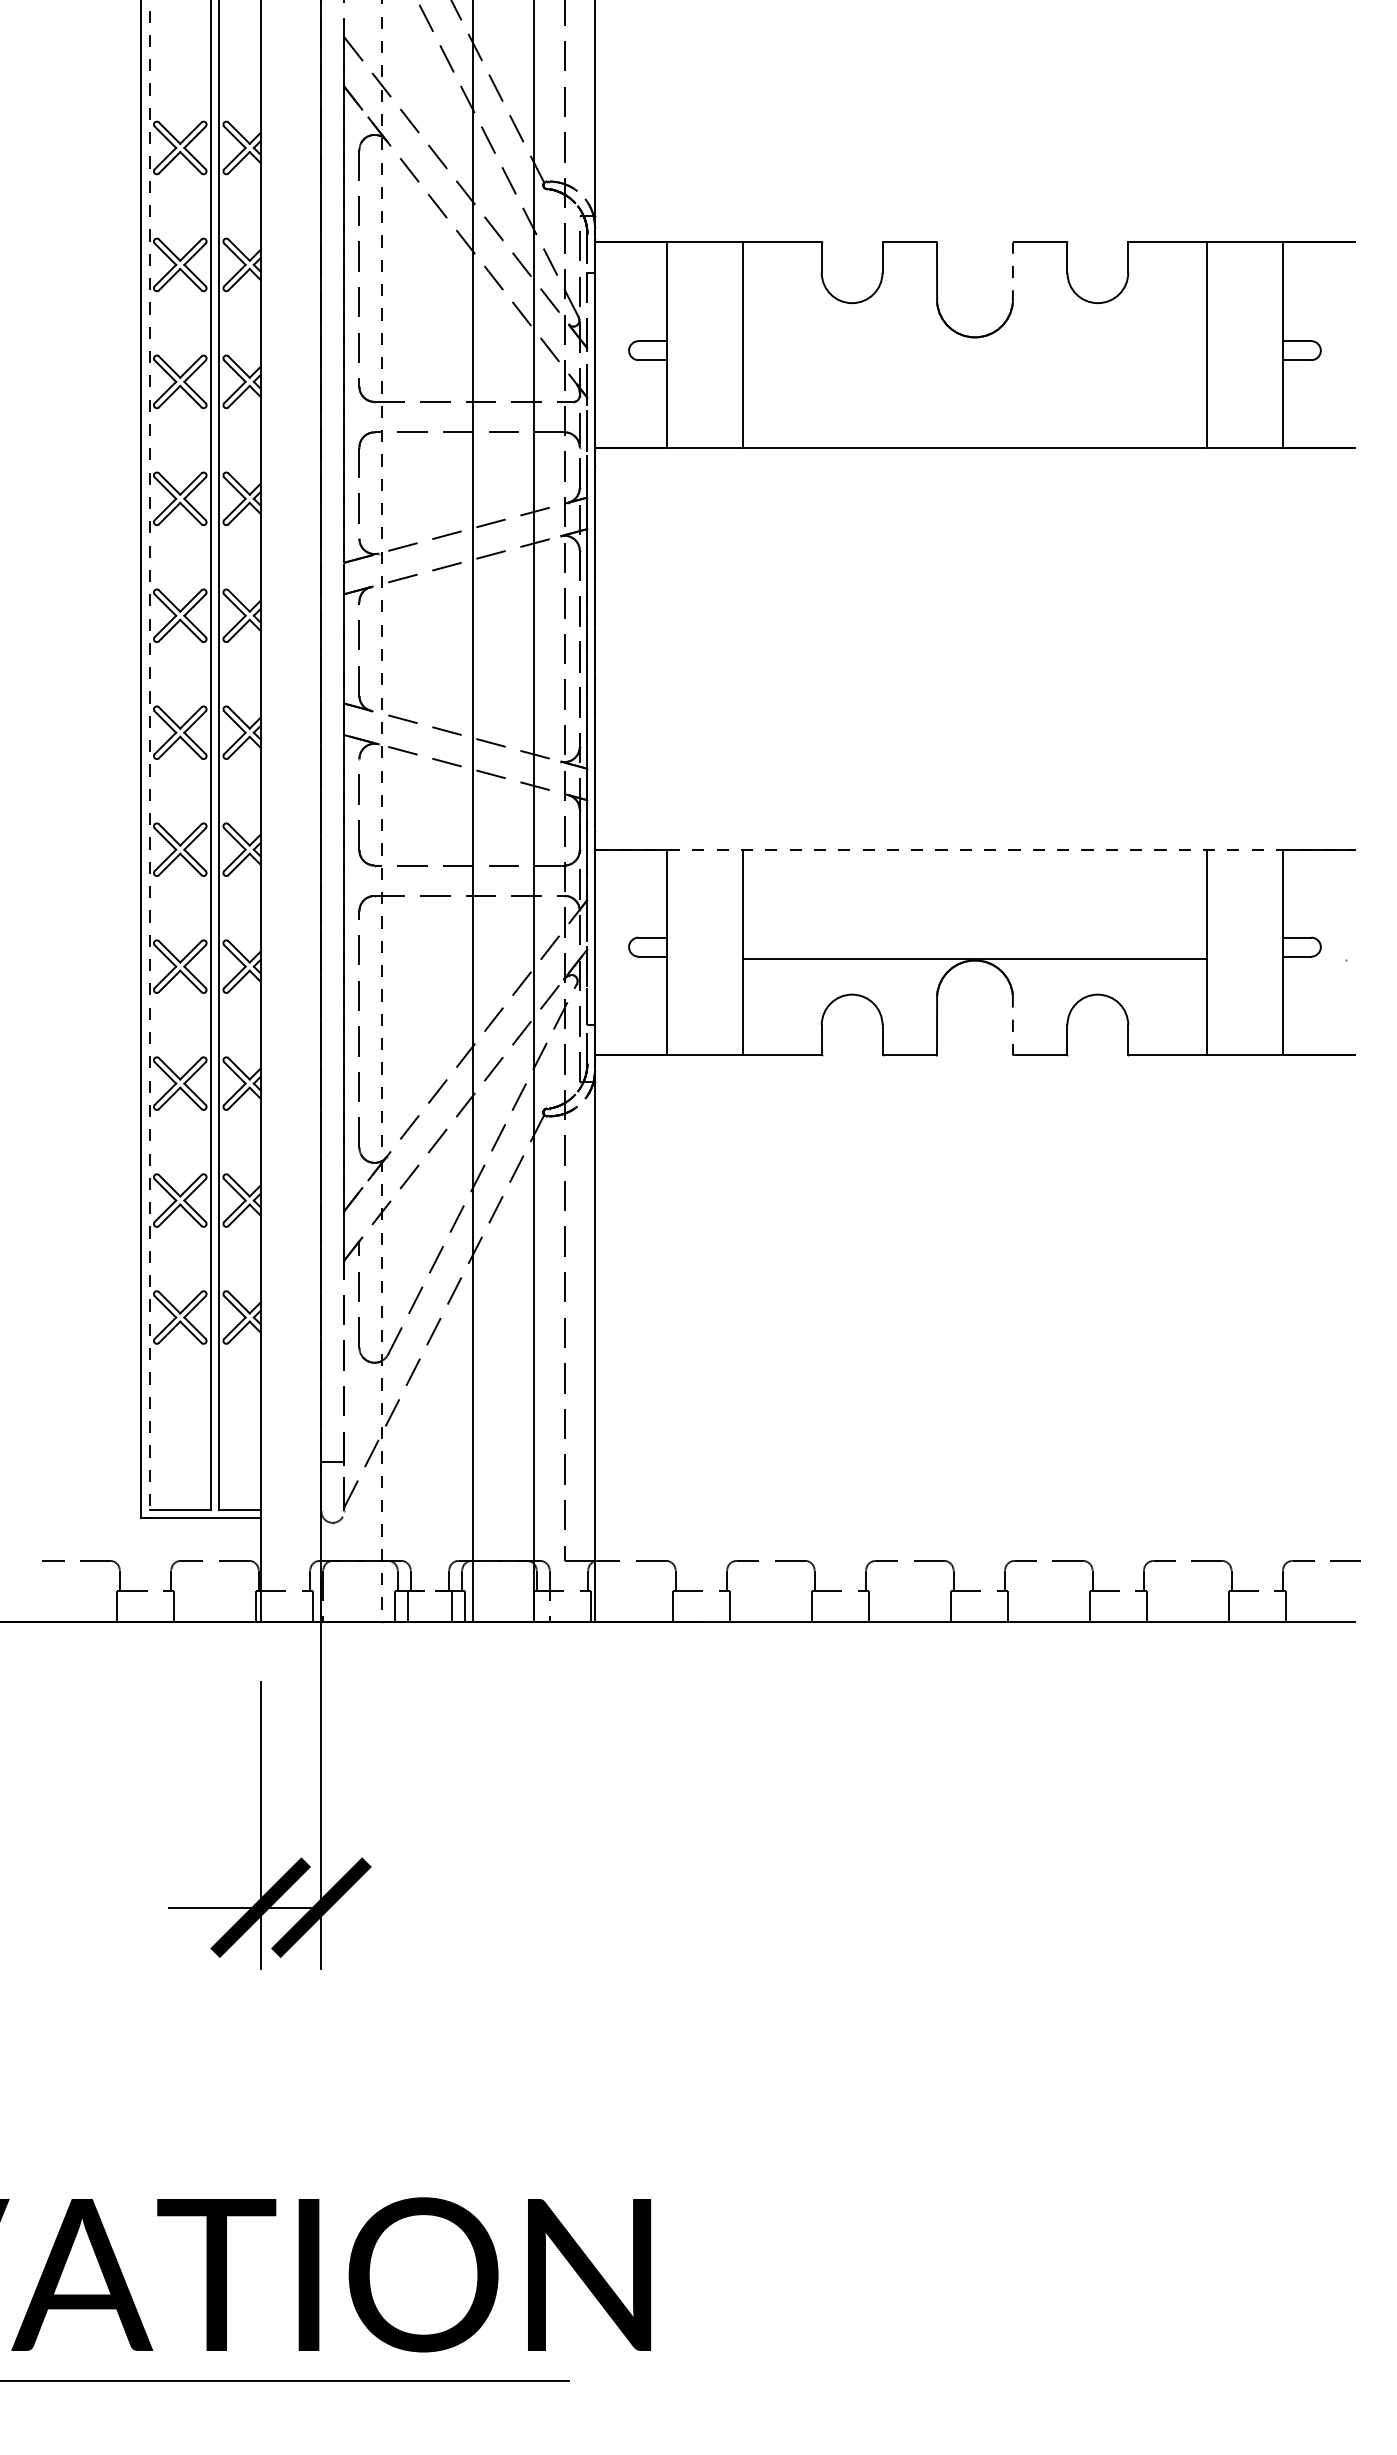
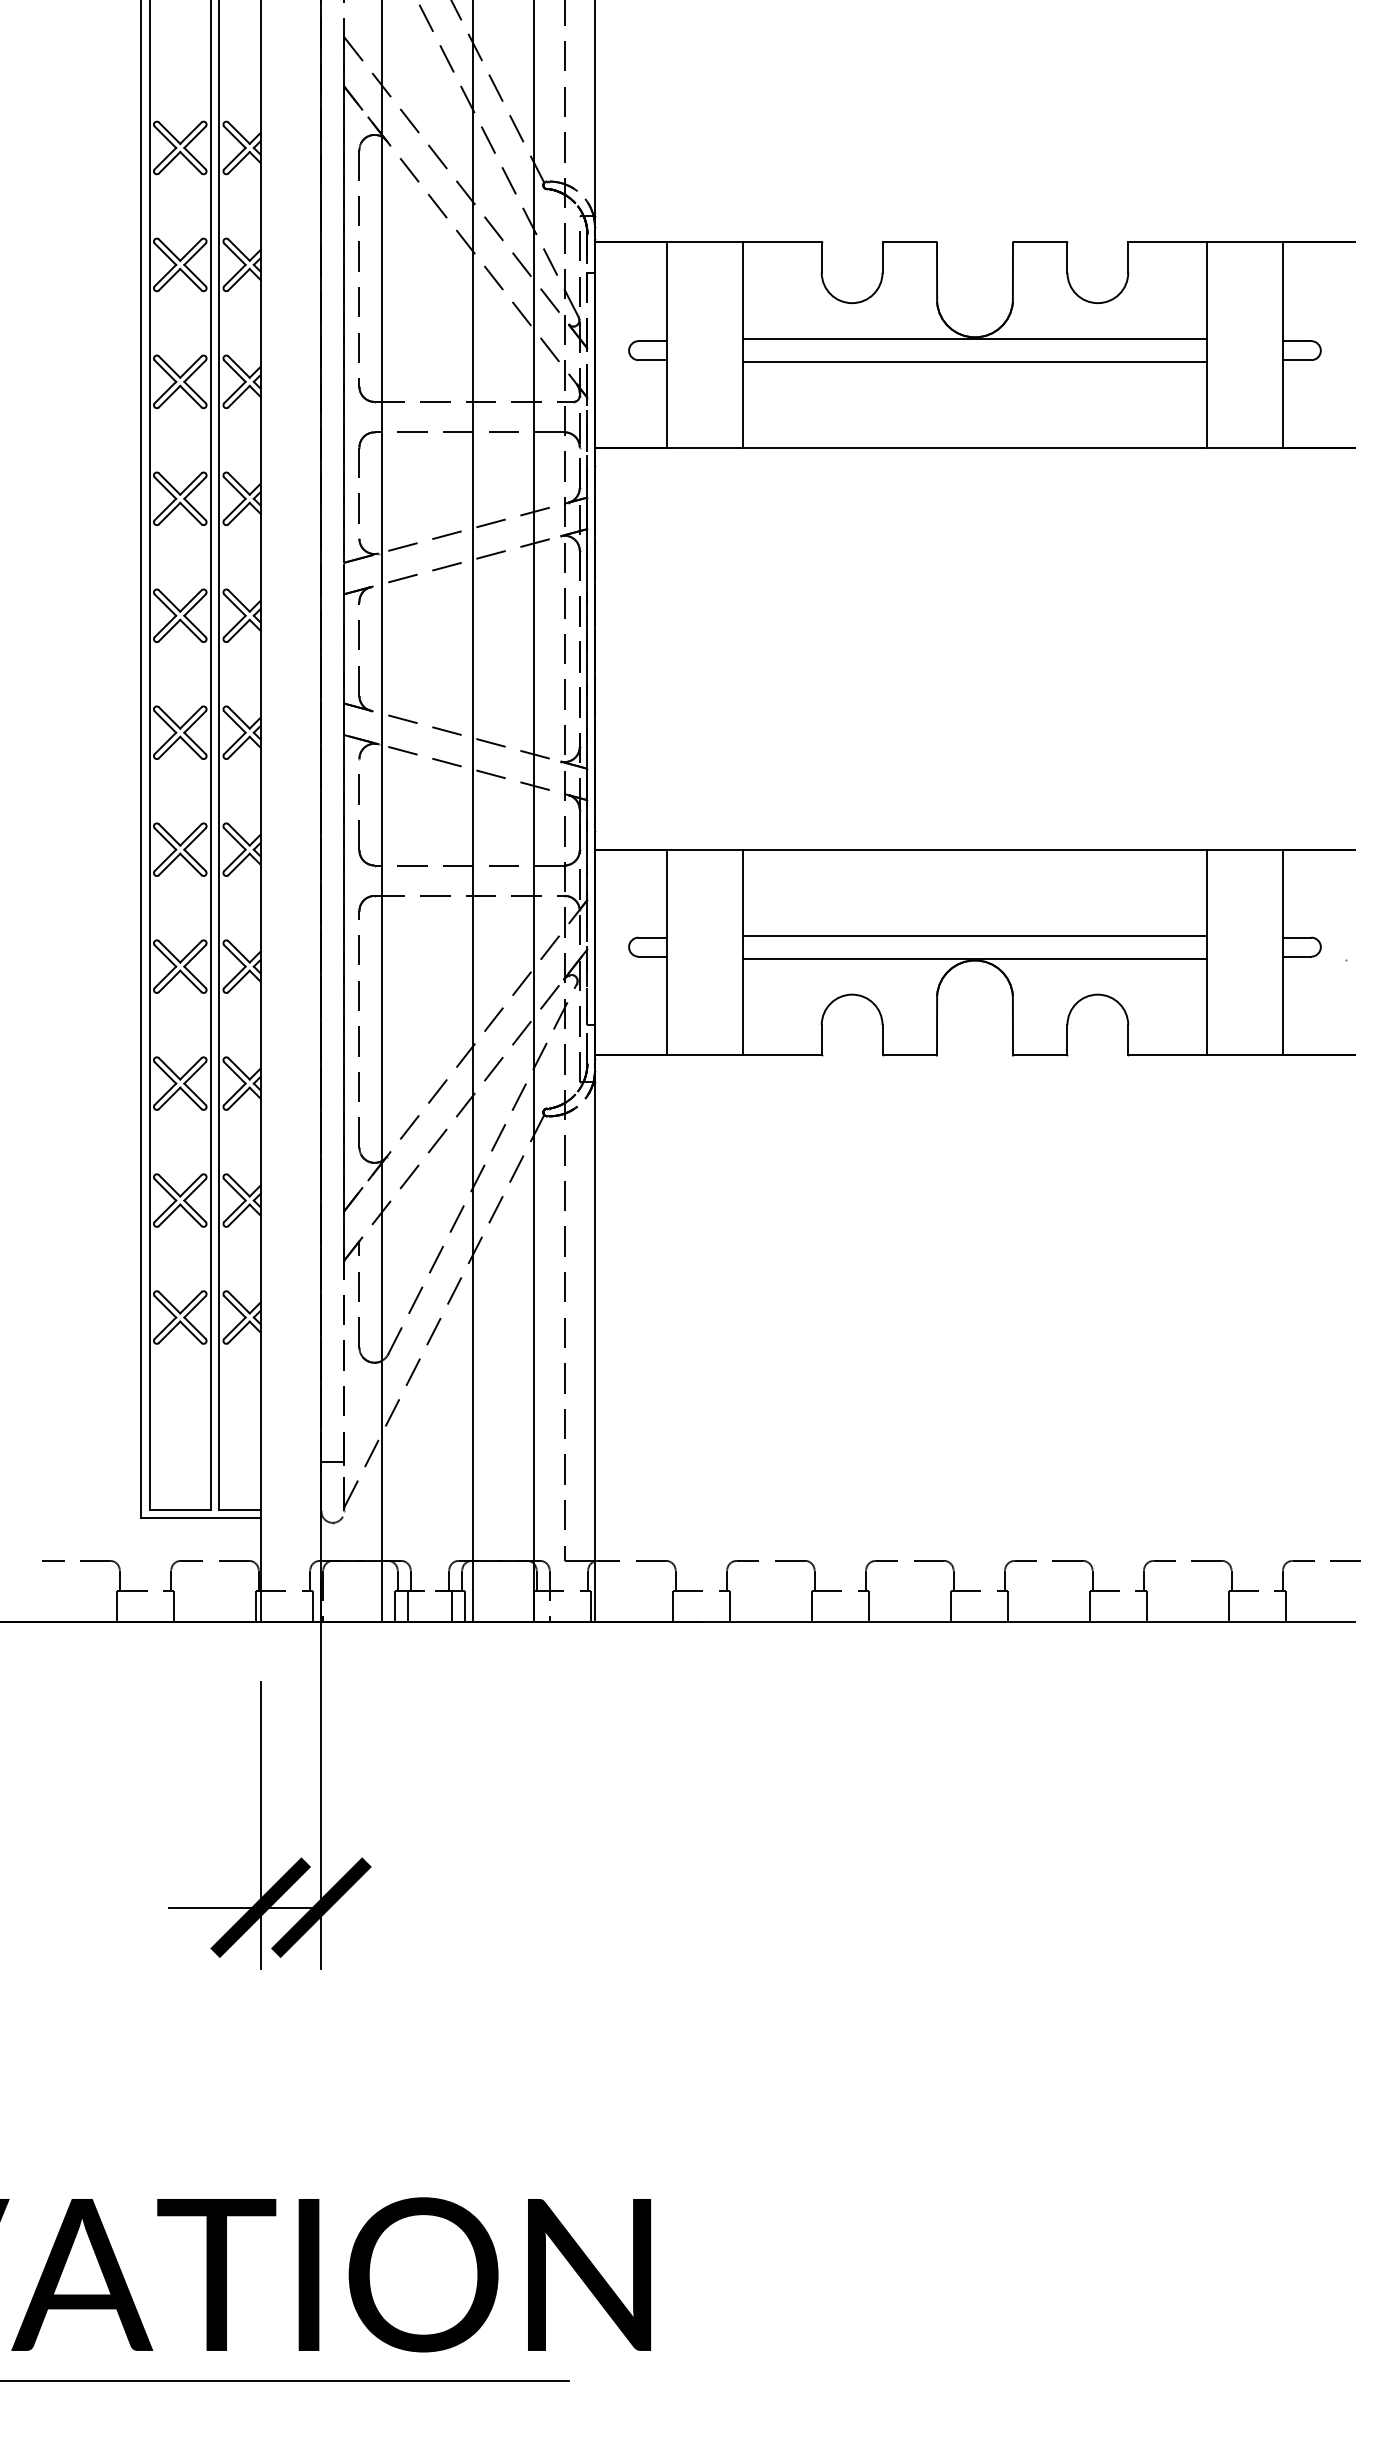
line at (1012, 271): dashed -> solid
line at (974, 339): none -> present
line at (974, 362): none -> present
line at (149, 755): dashed -> solid
line at (382, 810): dashed -> solid
line at (975, 850): dashed -> solid
line at (974, 935): none -> present
line at (1012, 1025): dashed -> solid
